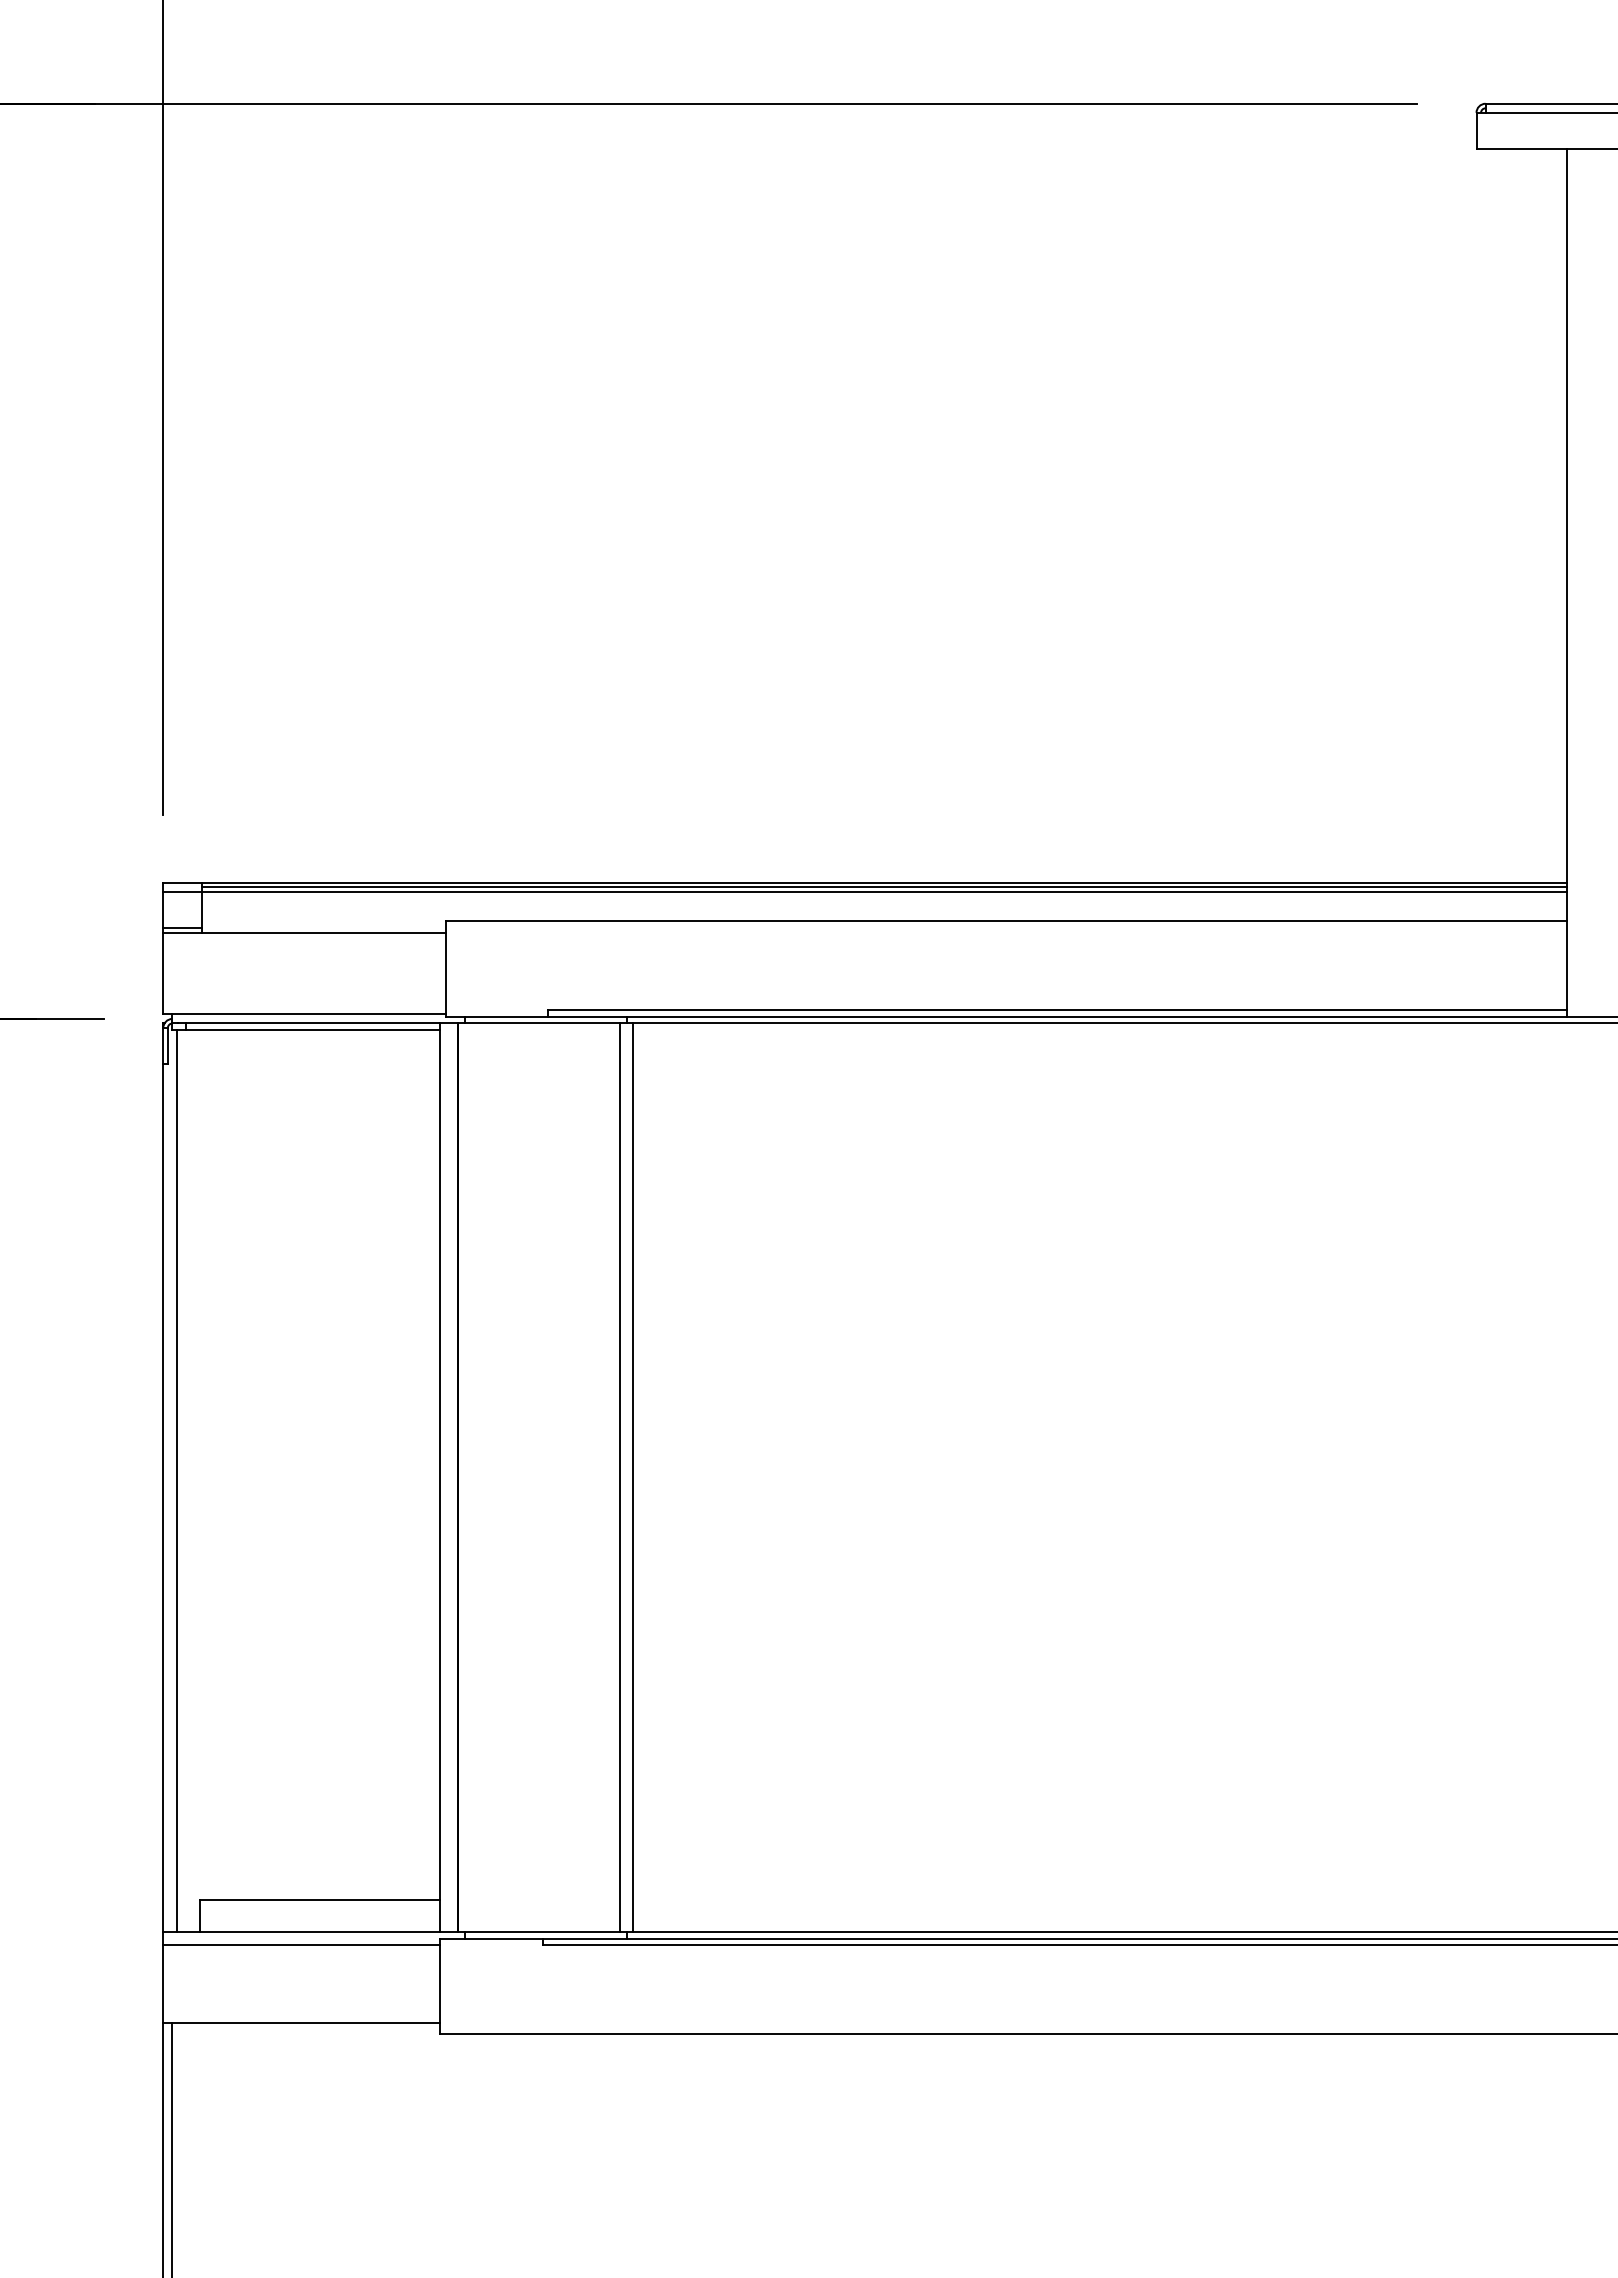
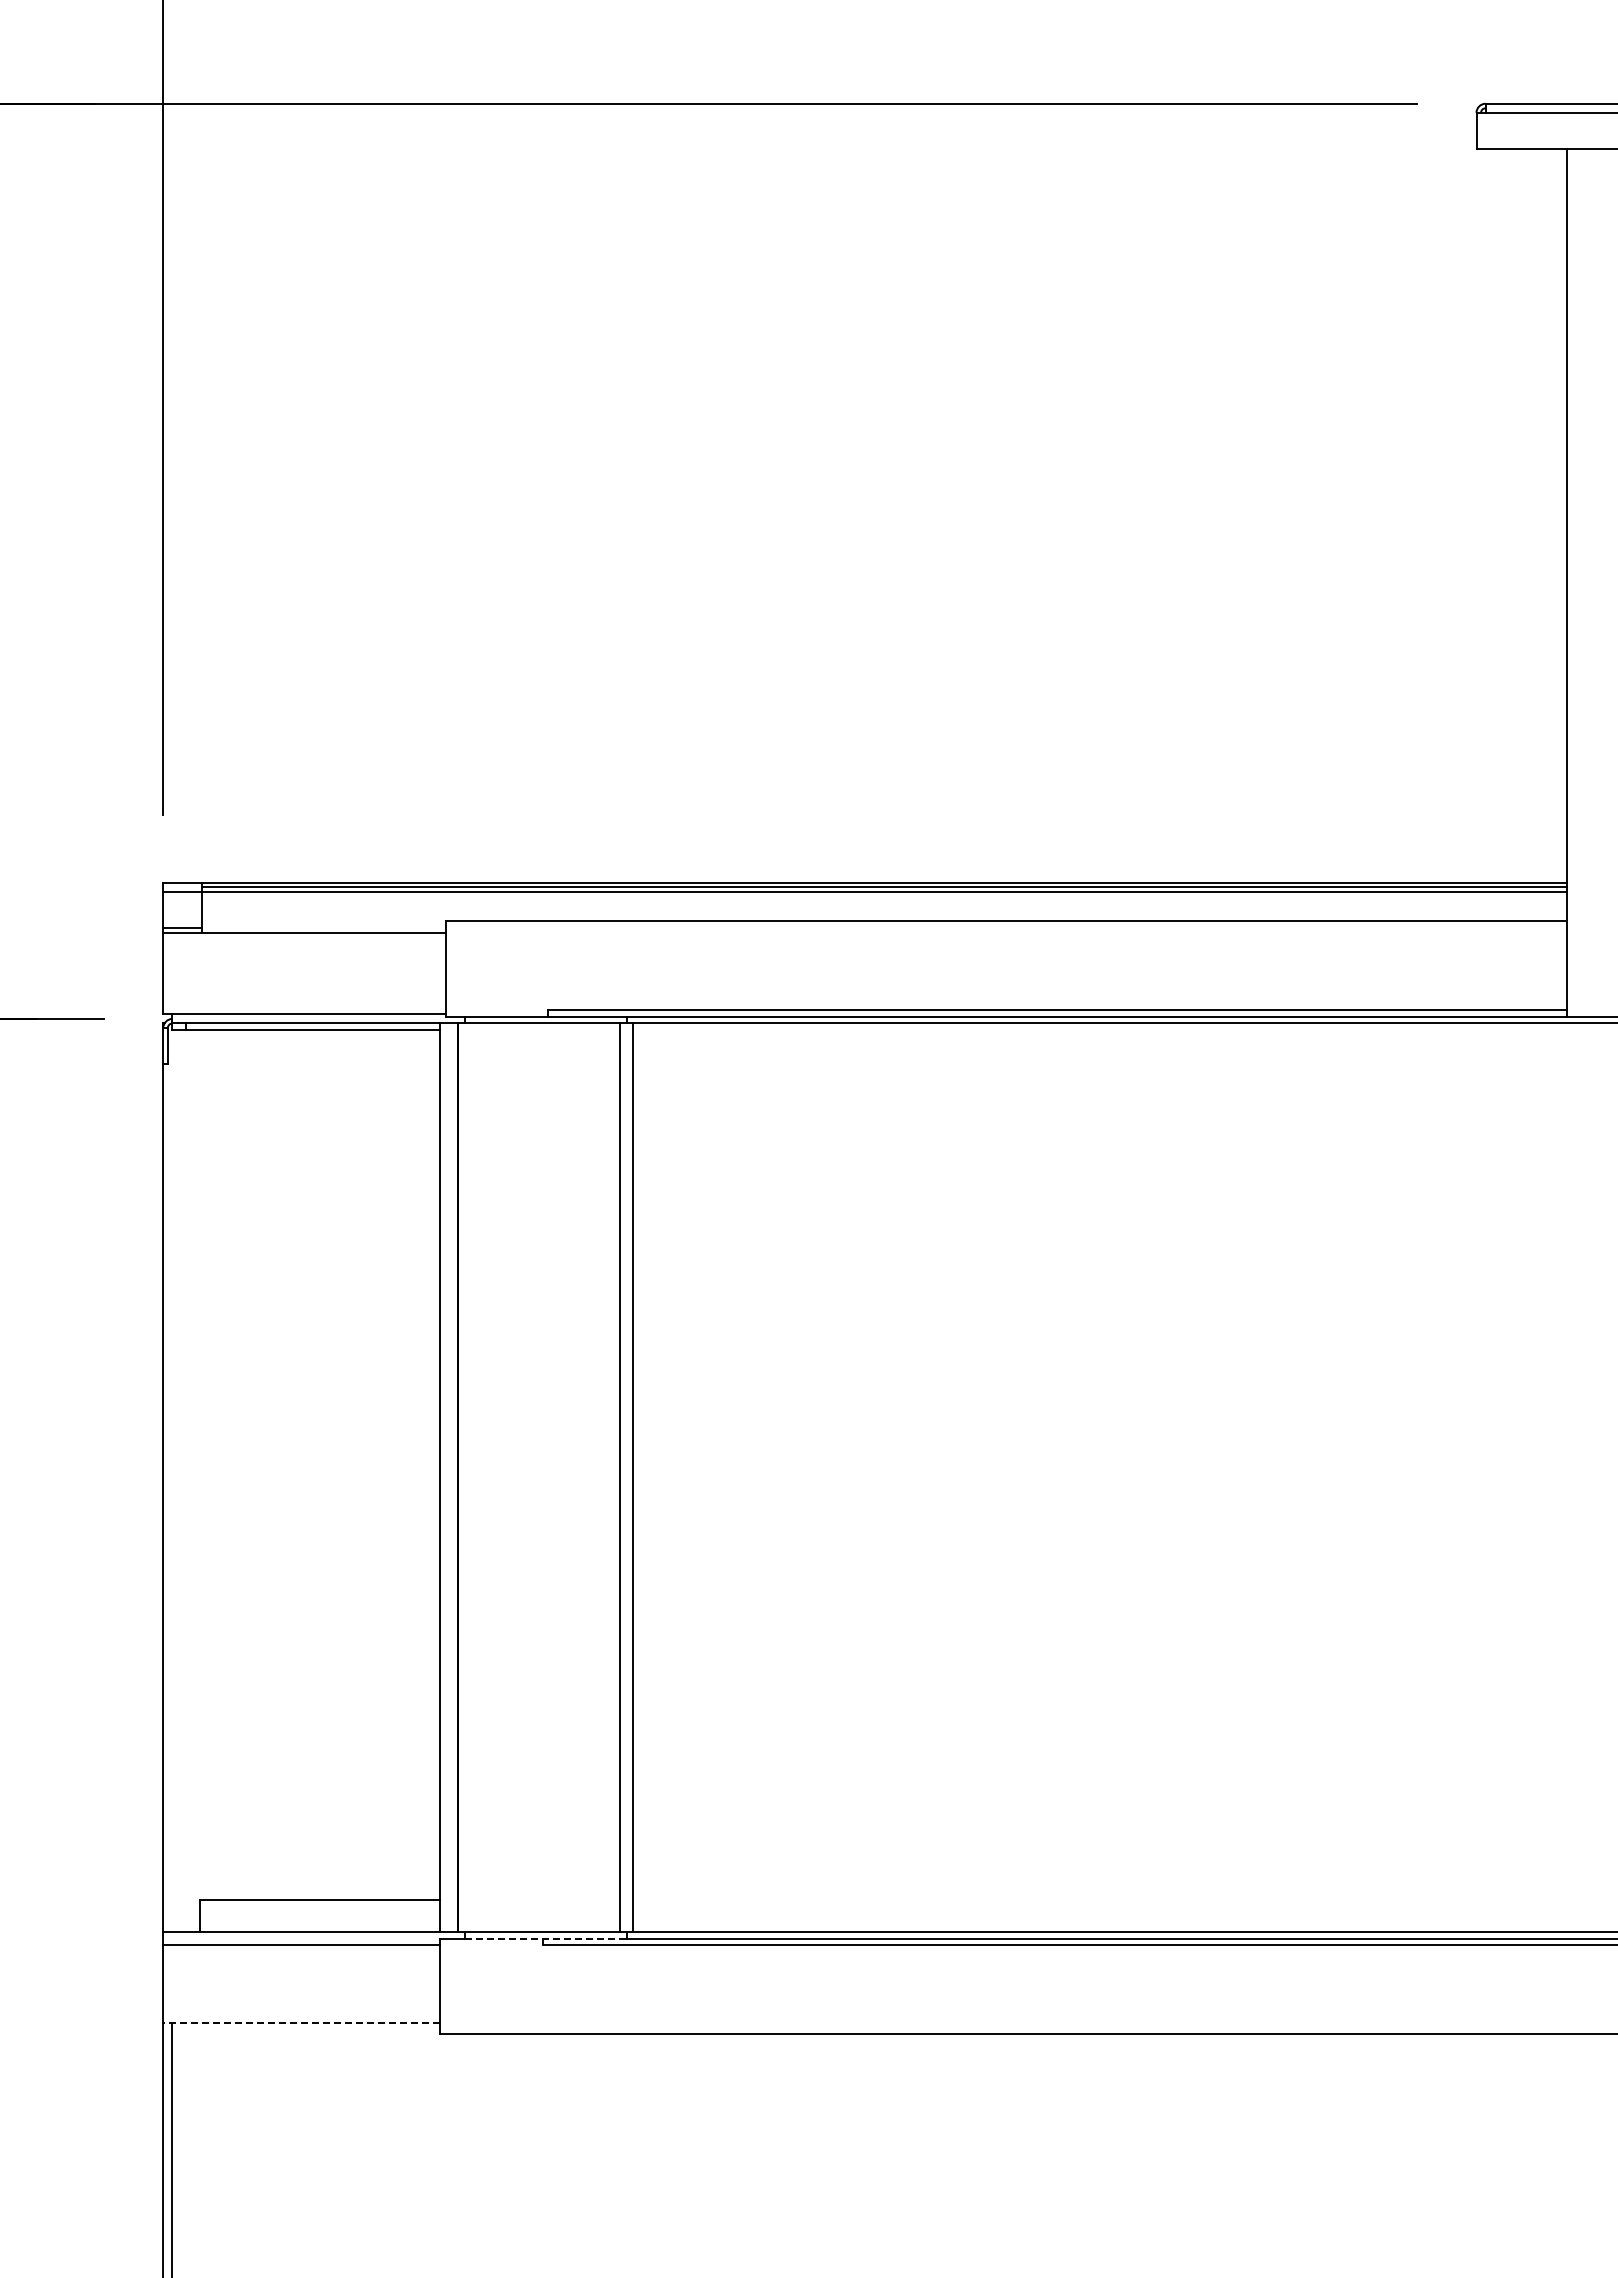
line at (176, 1480): present -> none
line at (546, 1938): solid -> dashed
line at (301, 2022): solid -> dashed
